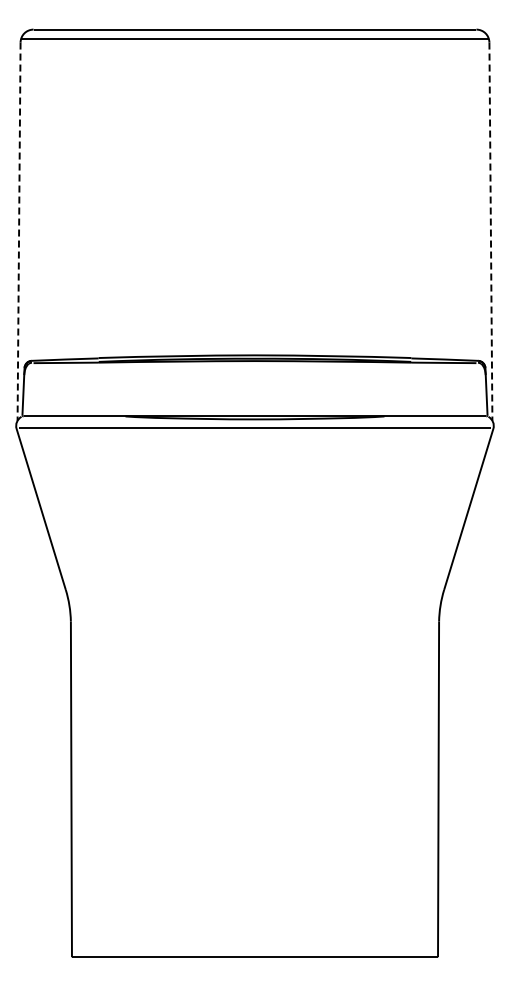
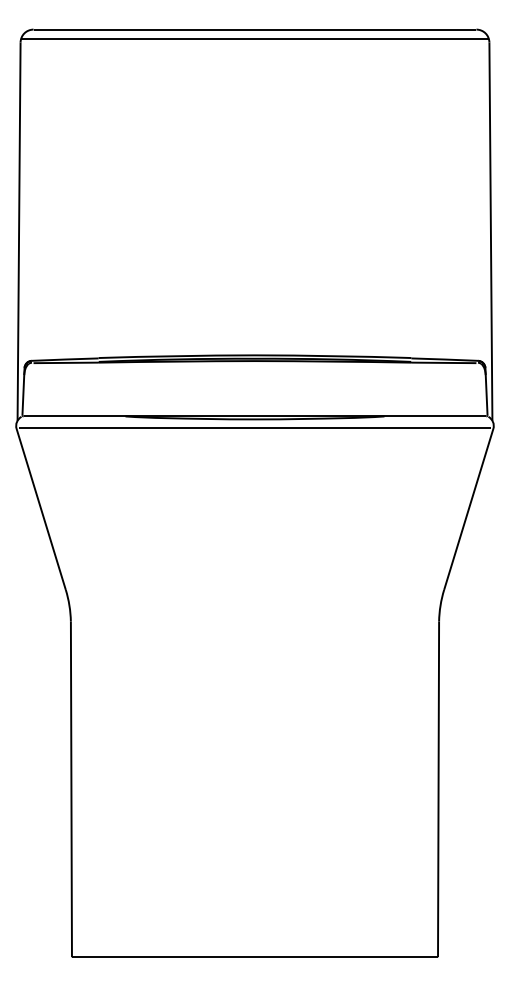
line at (19, 232): dashed -> solid
line at (490, 232): dashed -> solid
